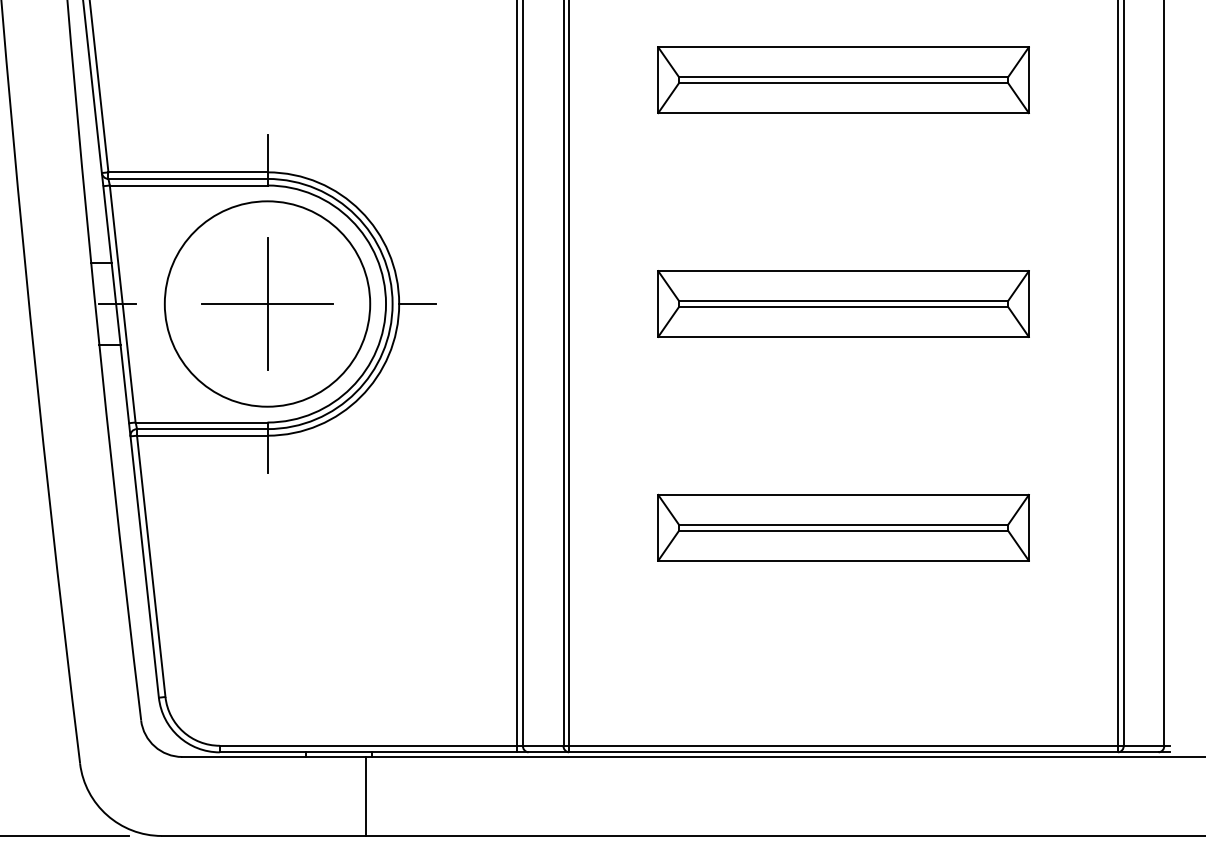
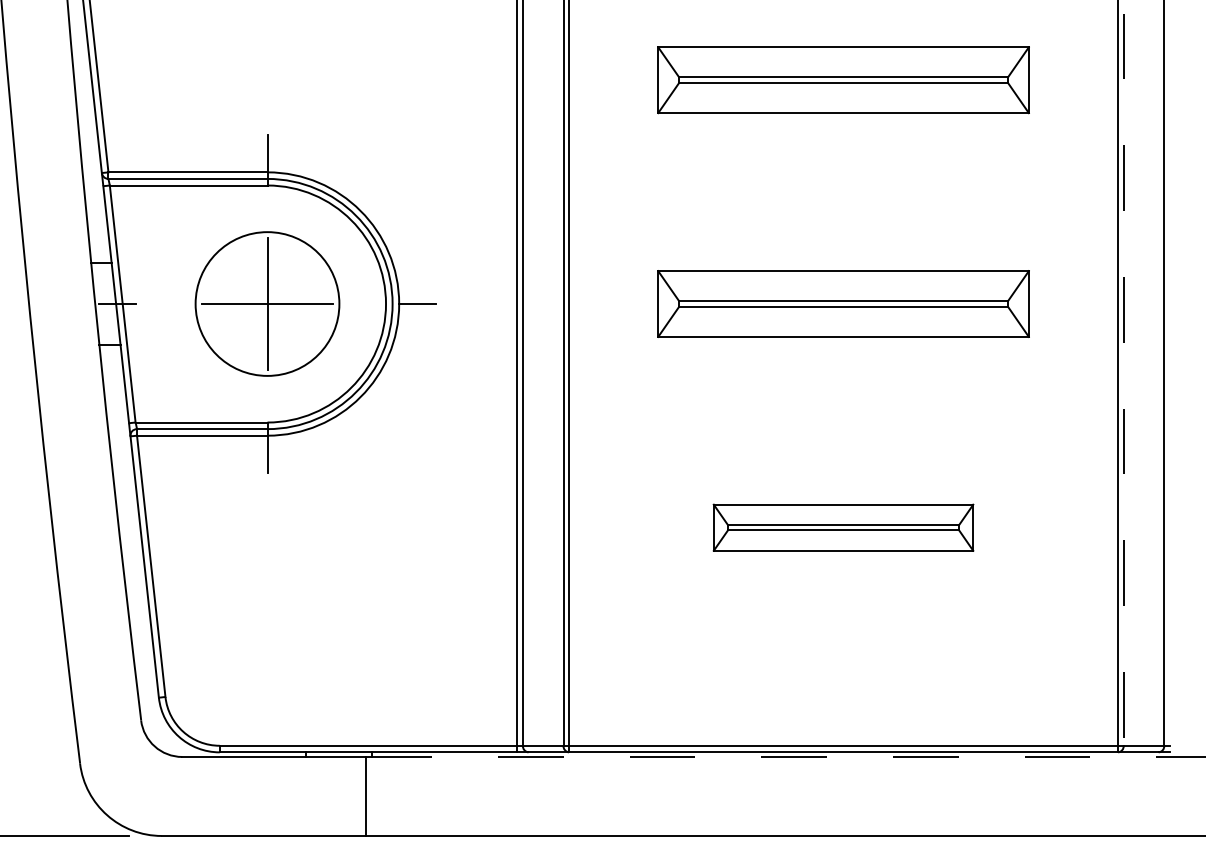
circle at (267, 303) diameter: 205 px -> 144 px
line at (1123, 372): solid -> dashed
part at (843, 527) size: 373x69 px -> 263x49 px
line at (786, 756): solid -> dashed
